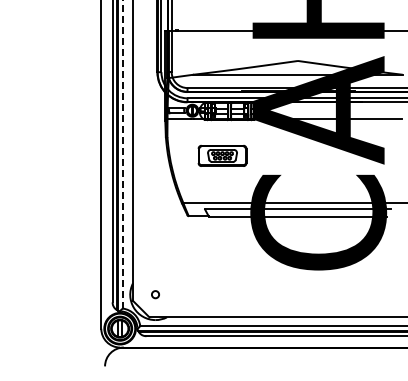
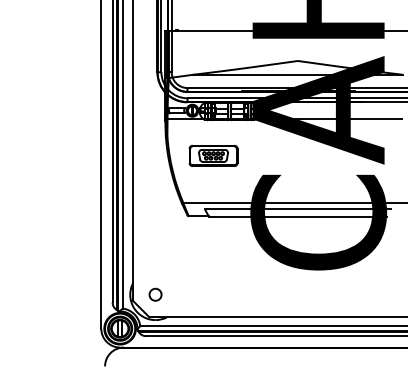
line at (122, 154): dashed -> solid
part at (222, 155) position: (222, 155) -> (213, 155)
circle at (155, 294) size: 9x10 px -> 15x15 px
